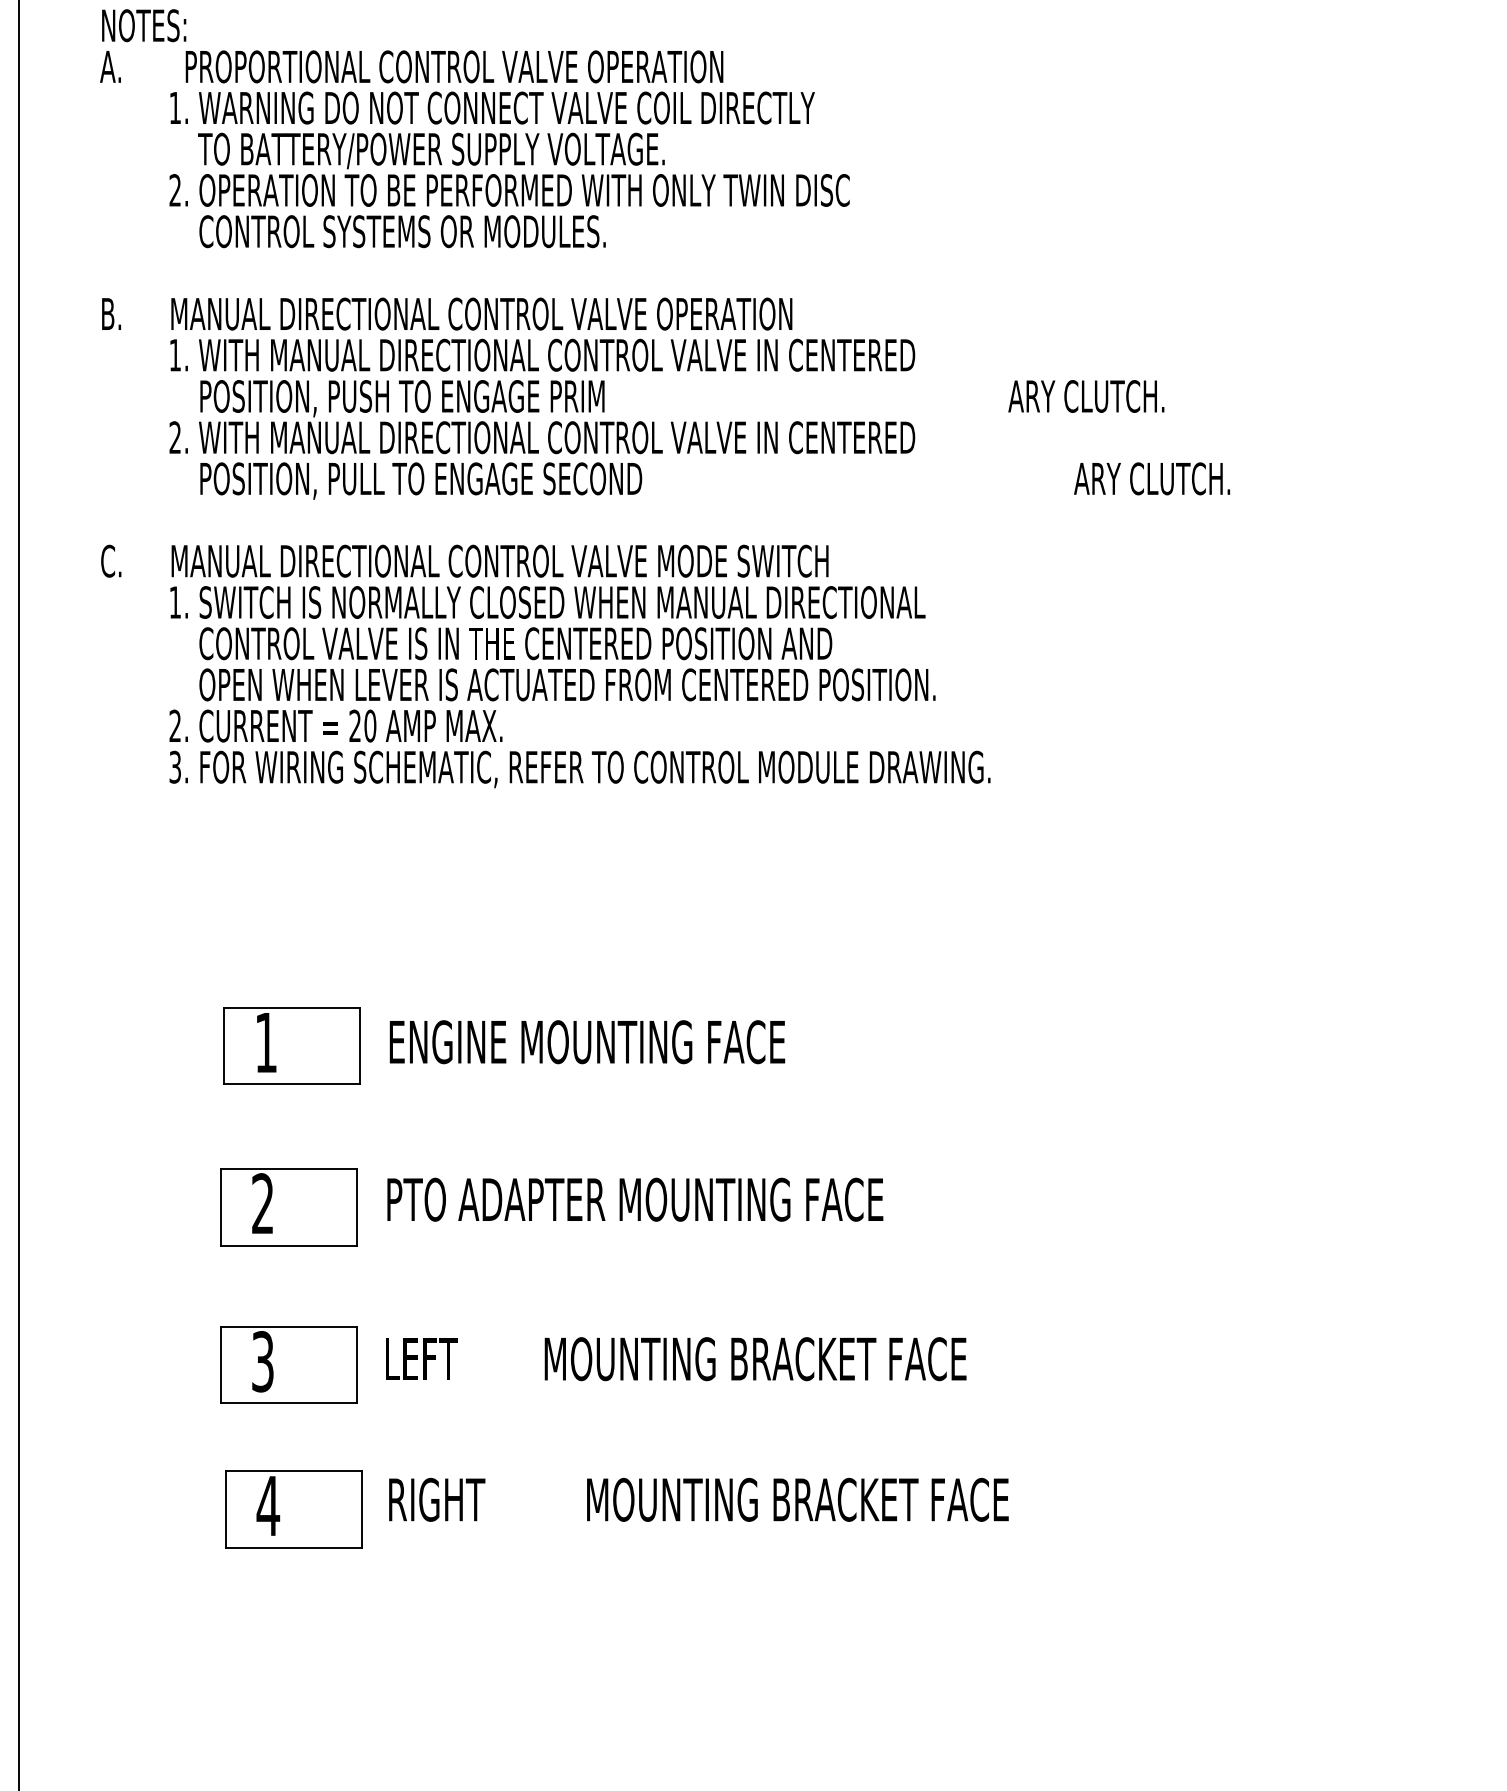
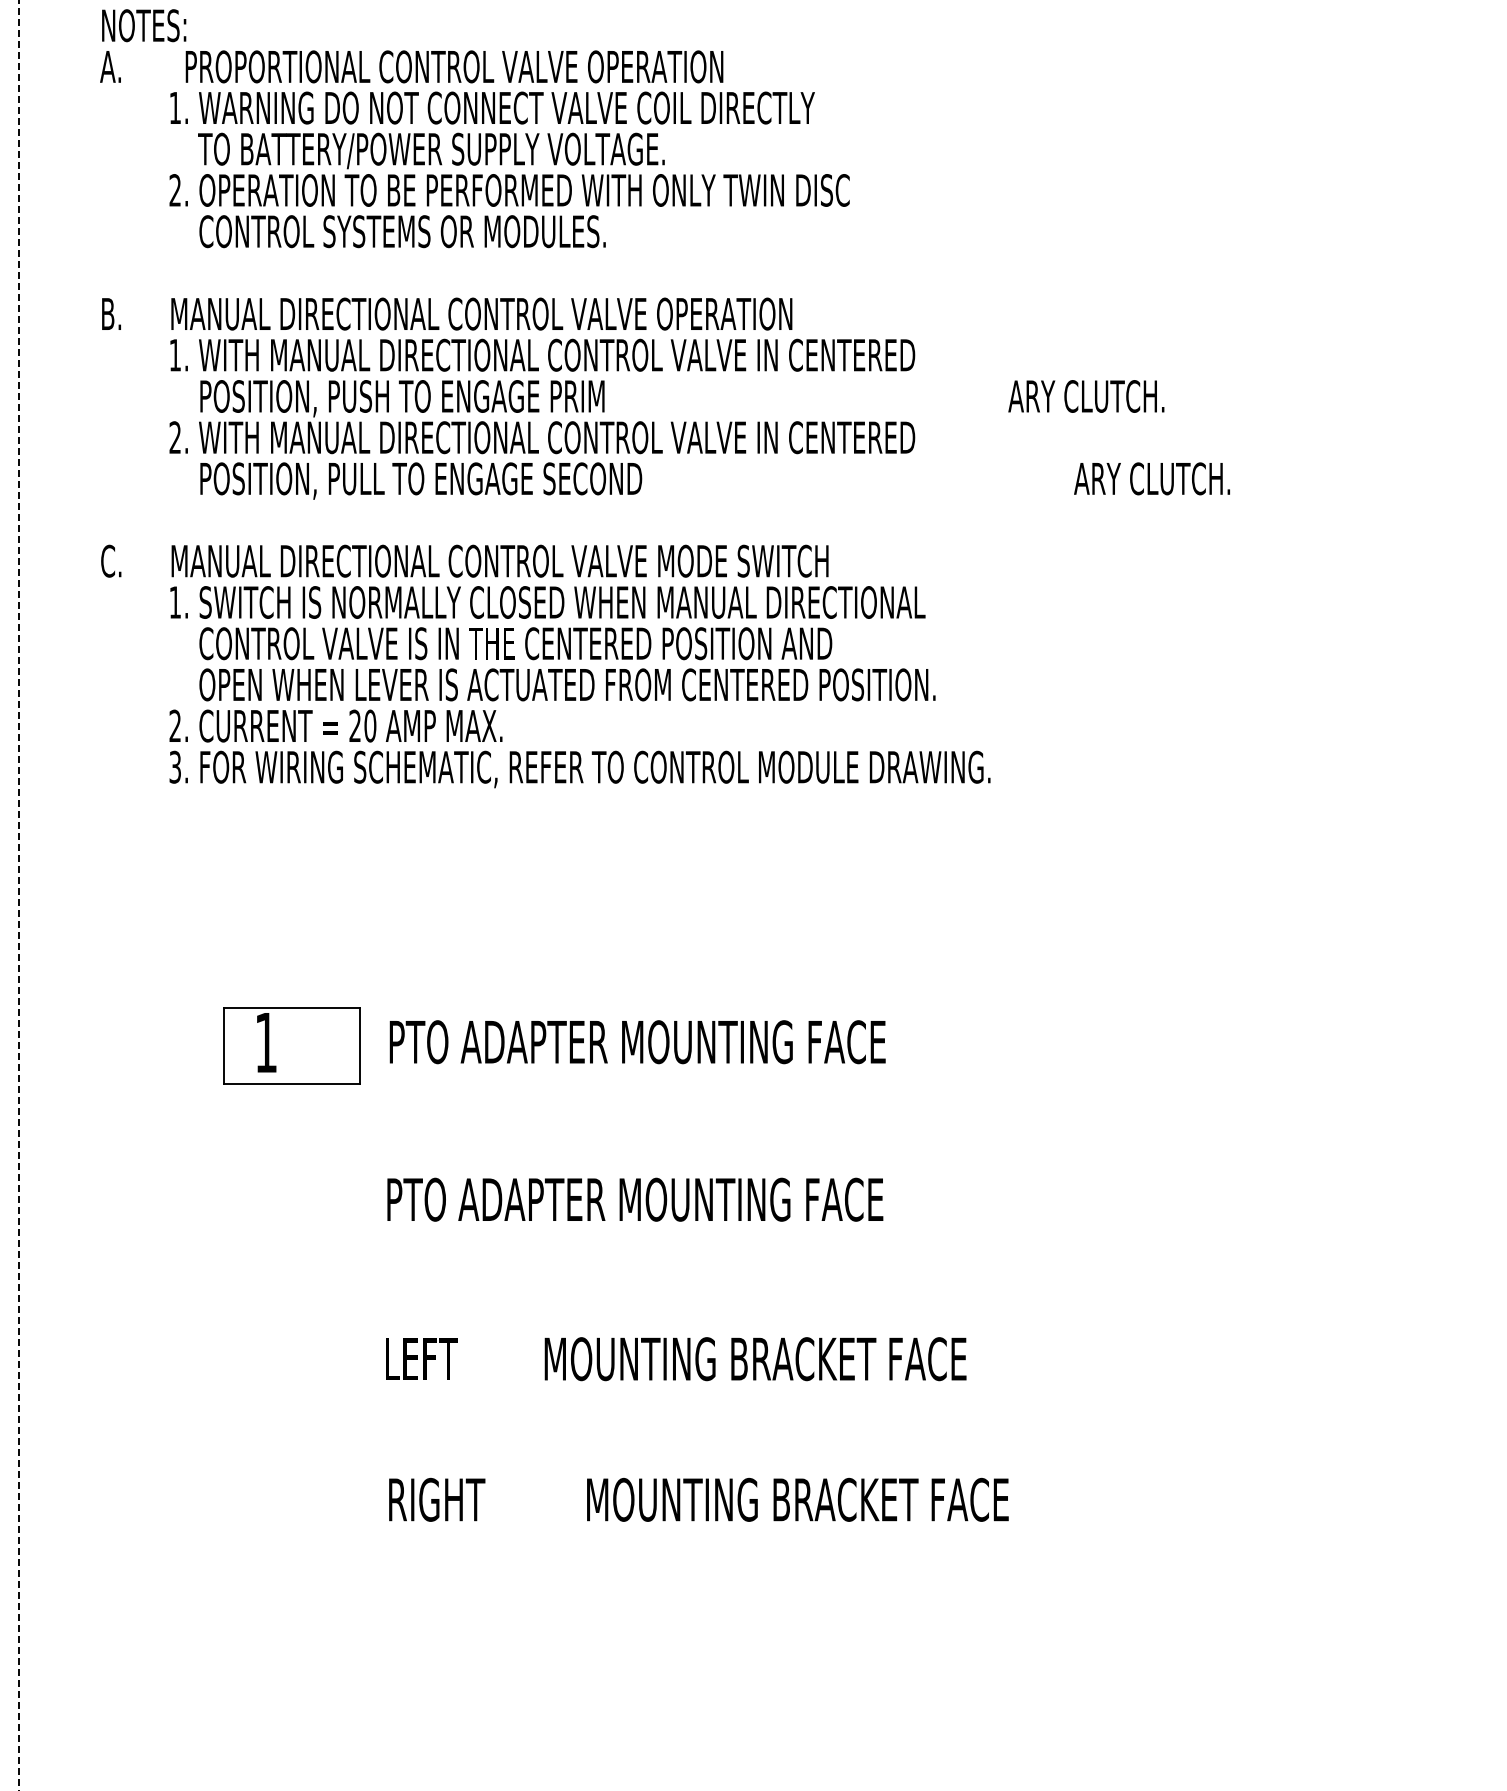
line at (18, 895): solid -> dashed
text at (639, 1042): ENGINE MOUNTING FACE -> PTO ADAPTER MOUNTING FACE
part at (288, 1207): present -> none
part at (288, 1364): present -> none
part at (293, 1509): present -> none
